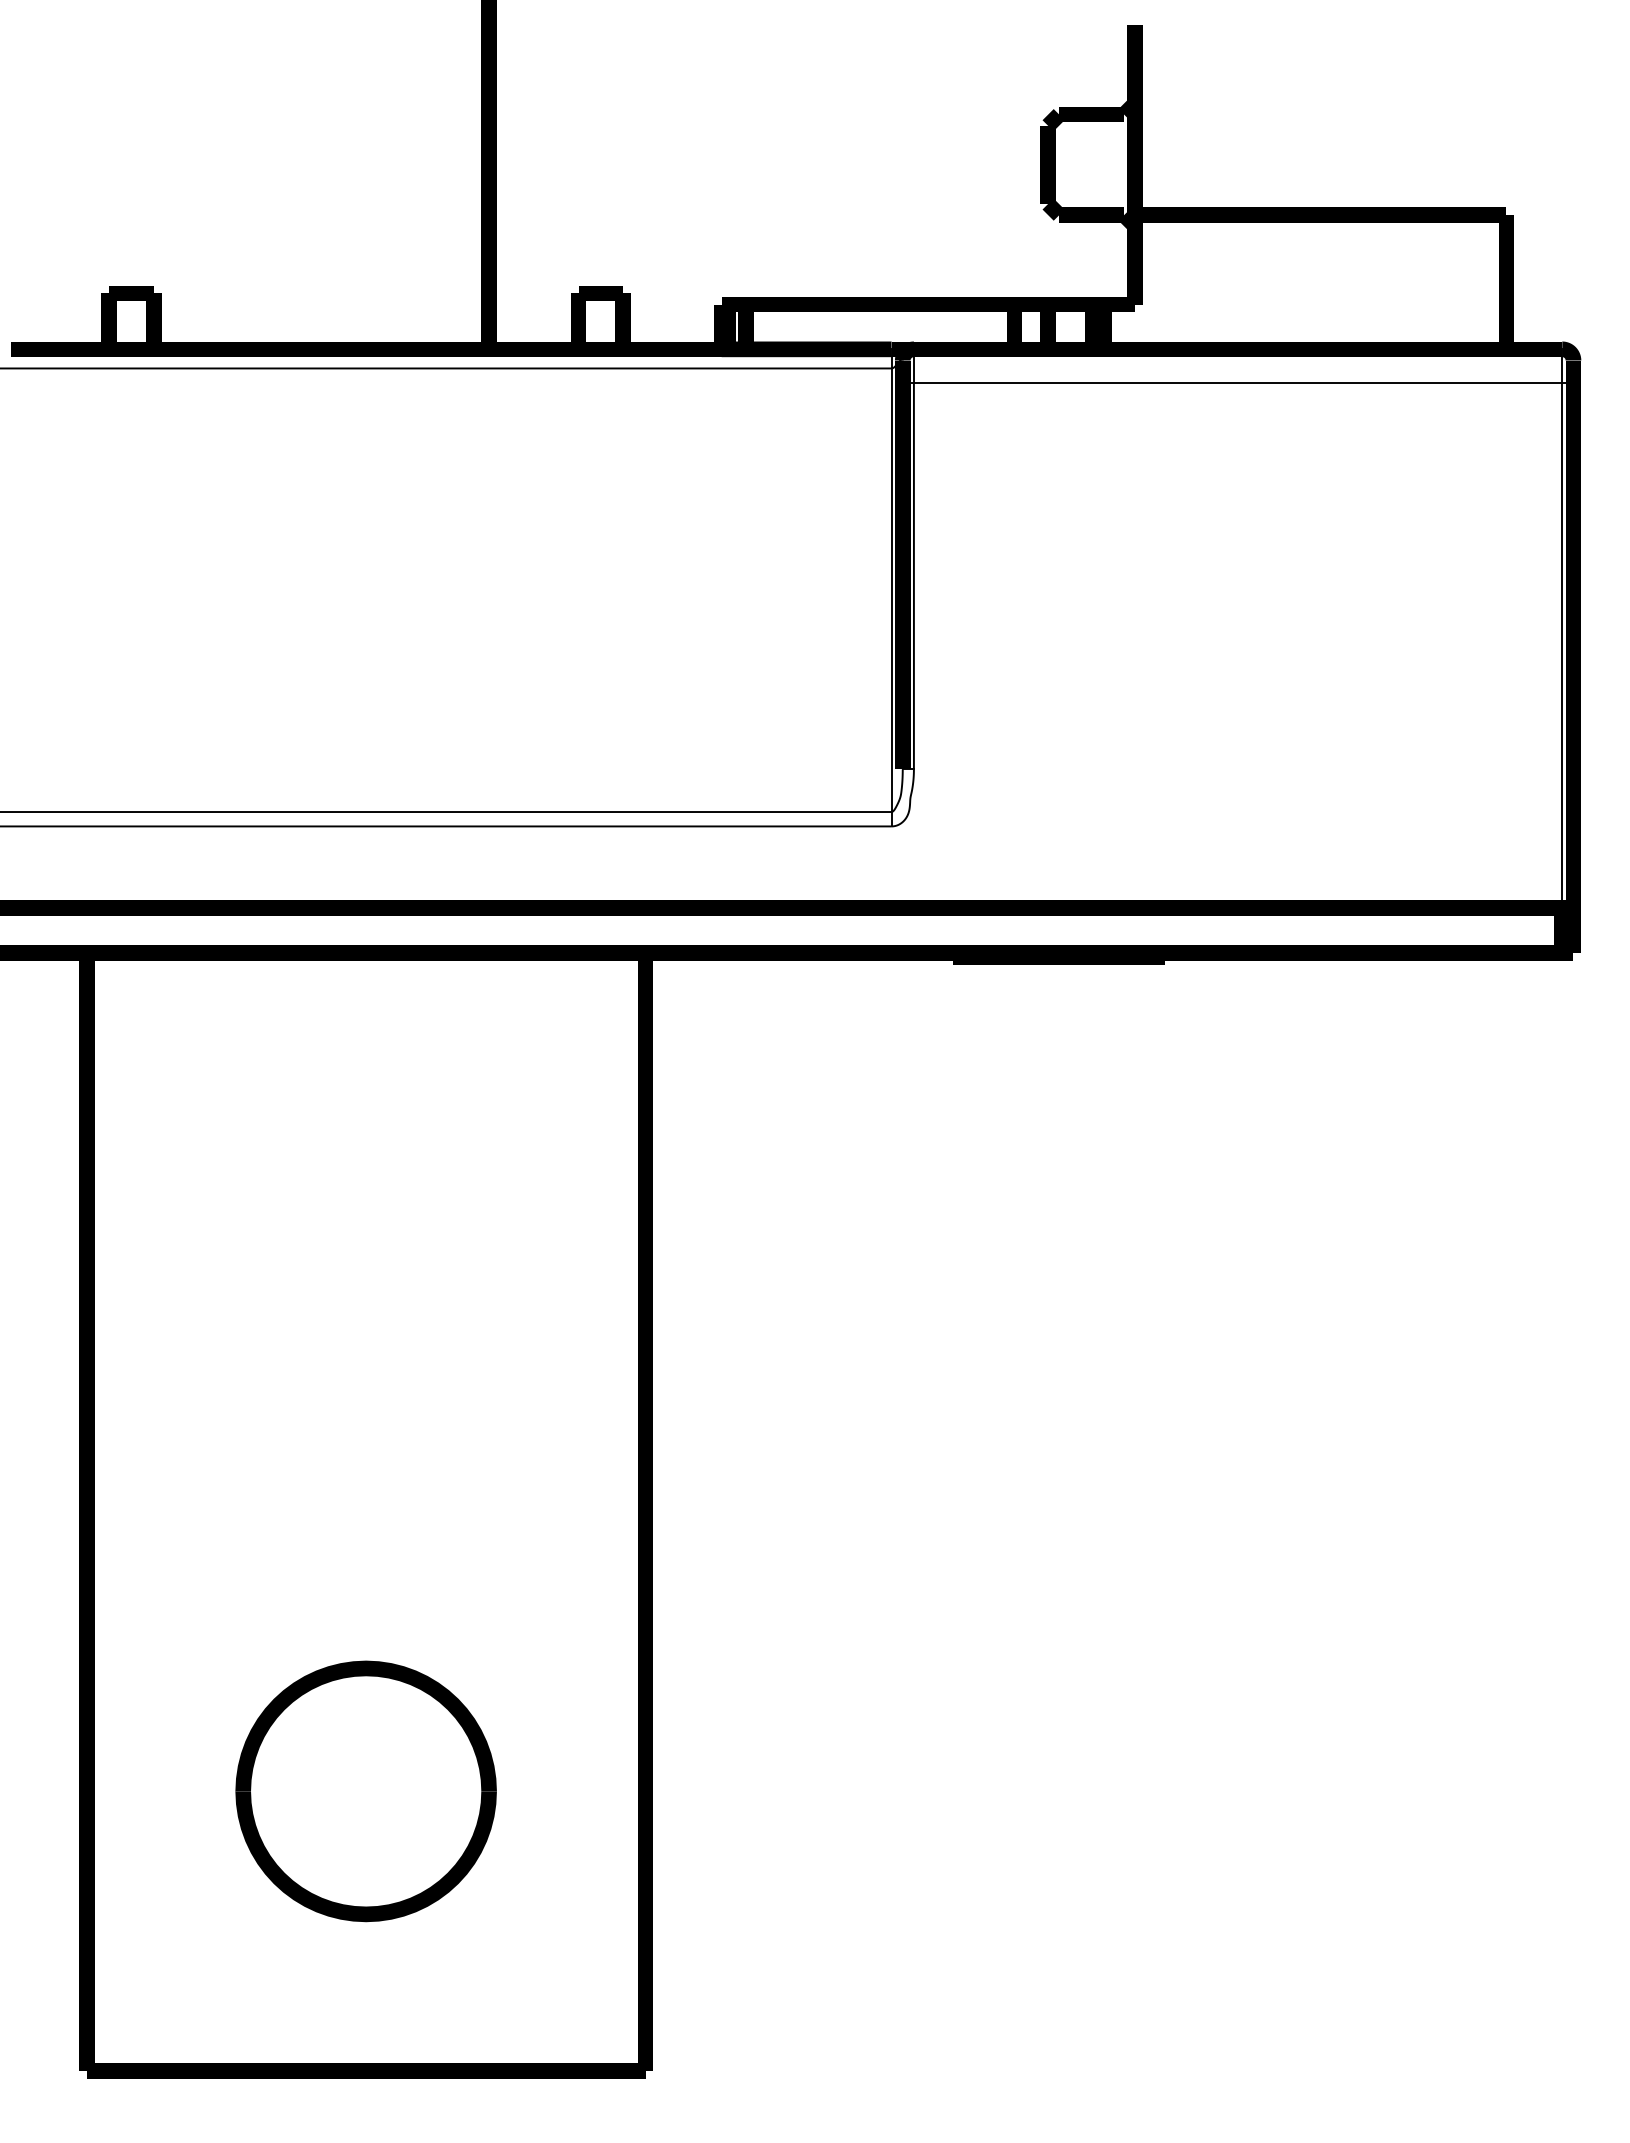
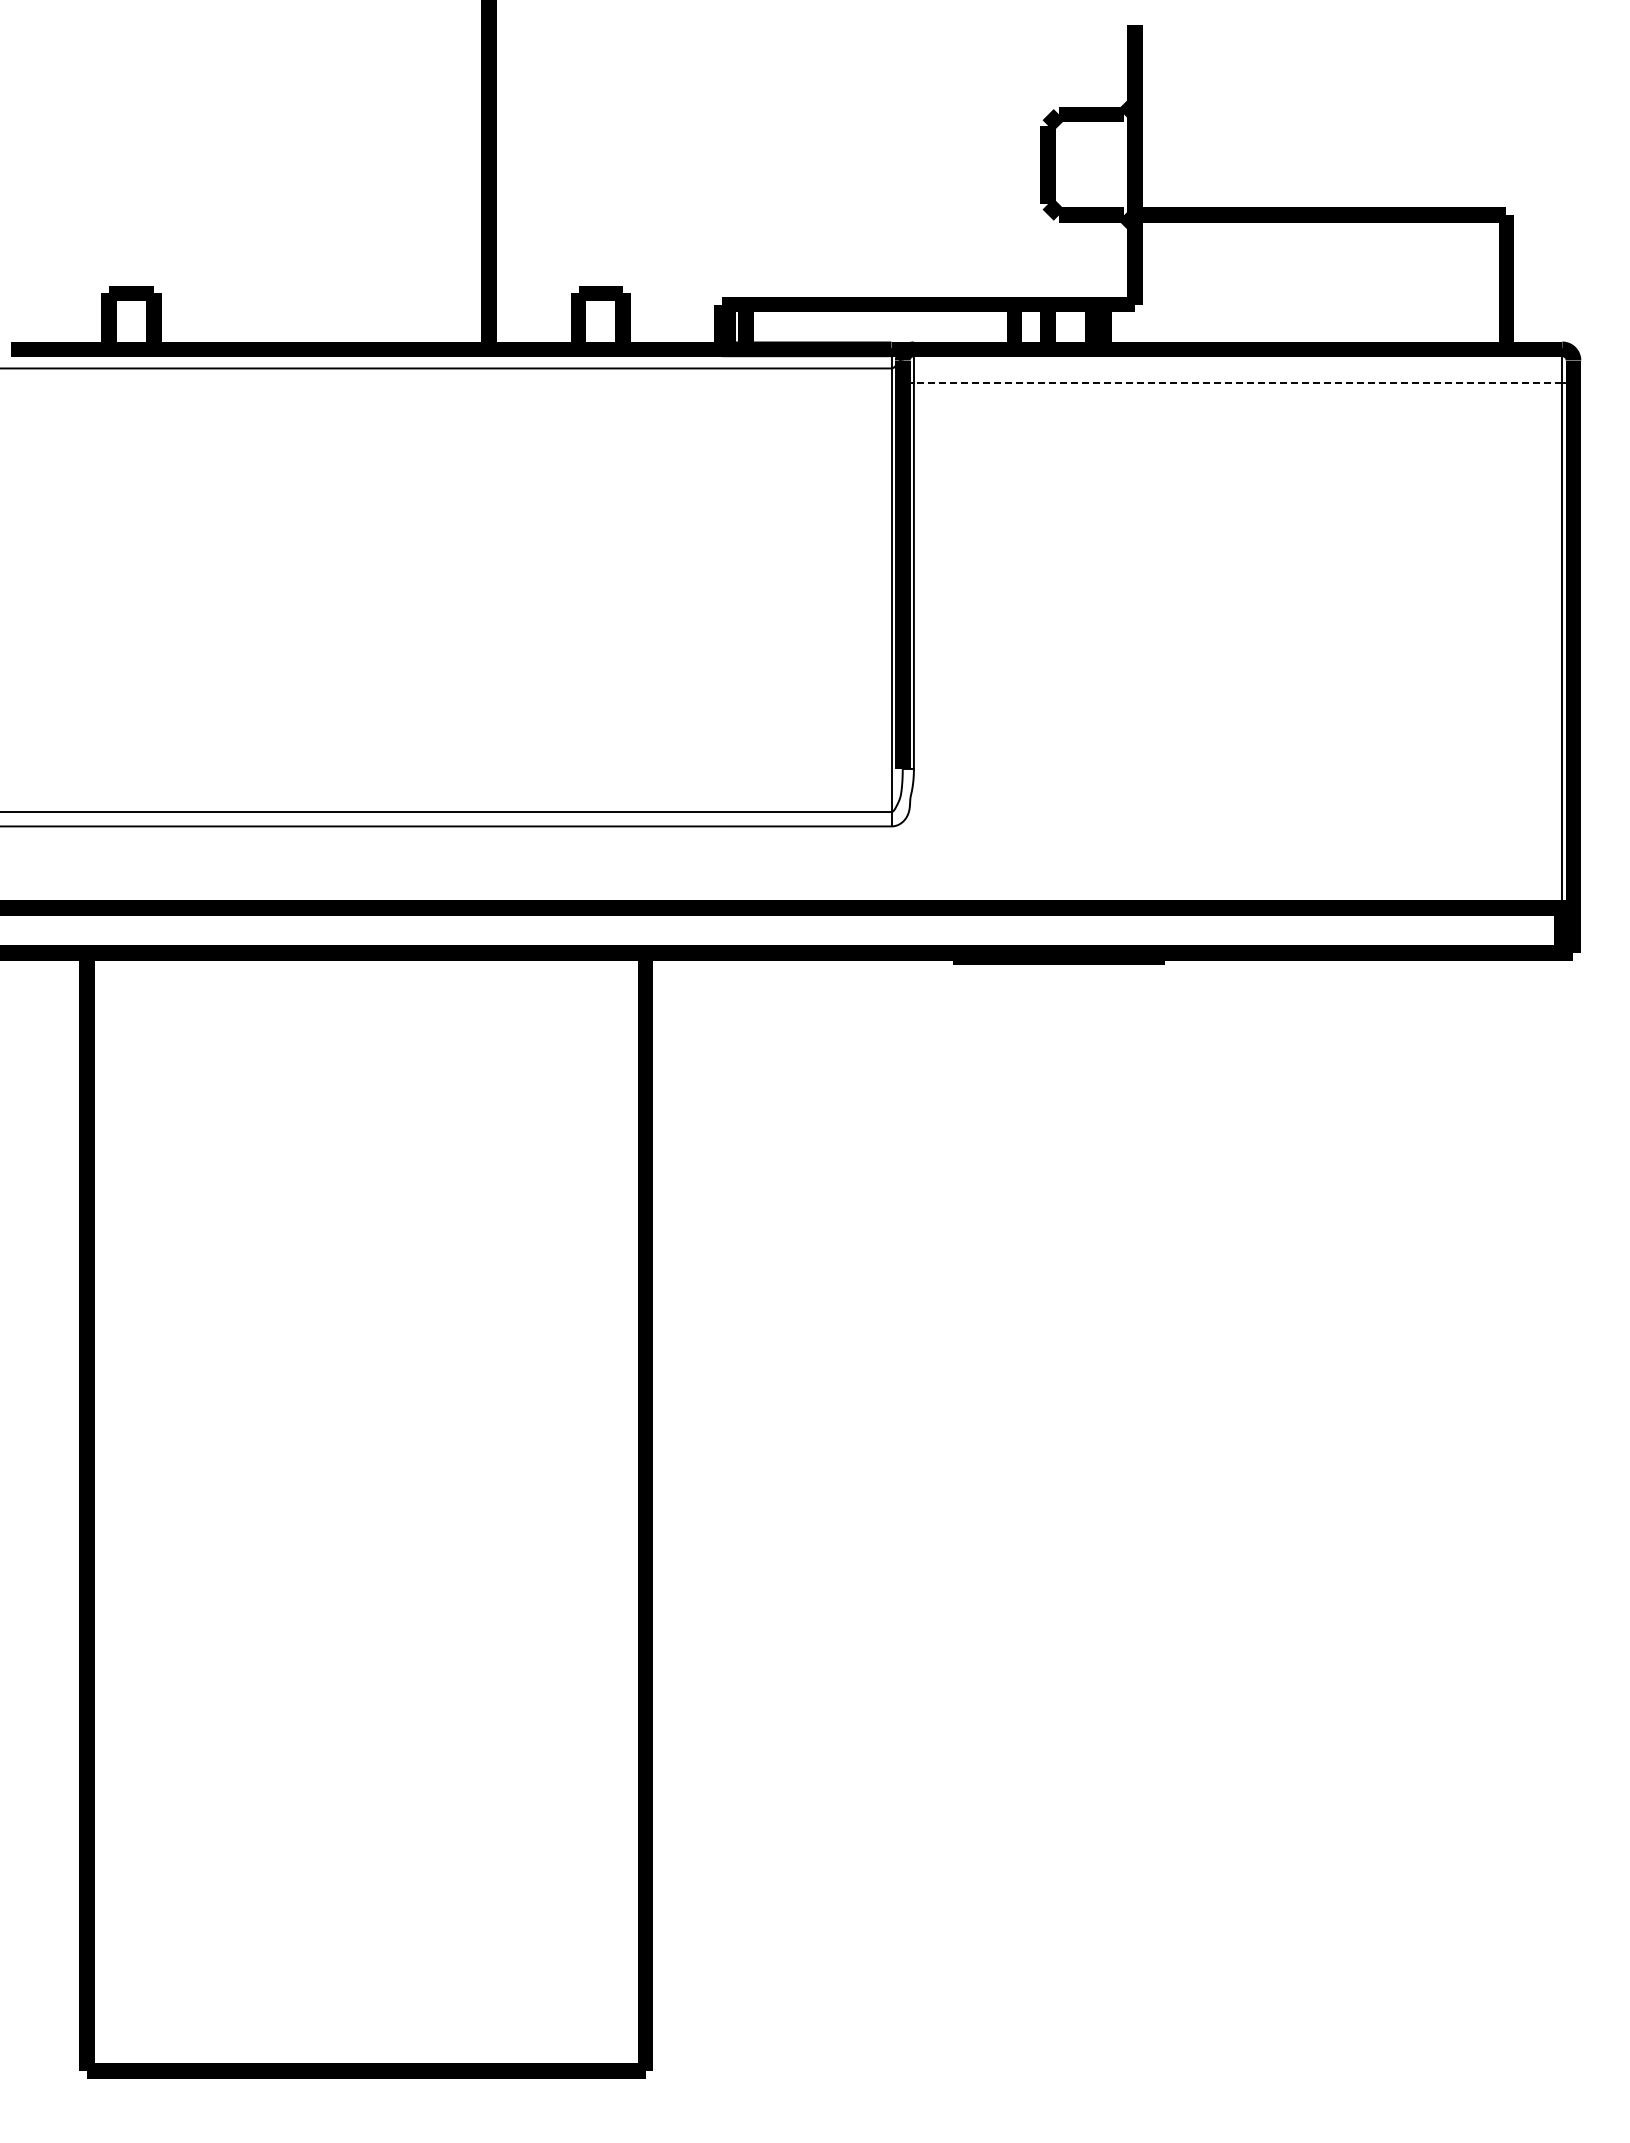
line at (1237, 382): solid -> dashed
part at (365, 1791): present -> none
